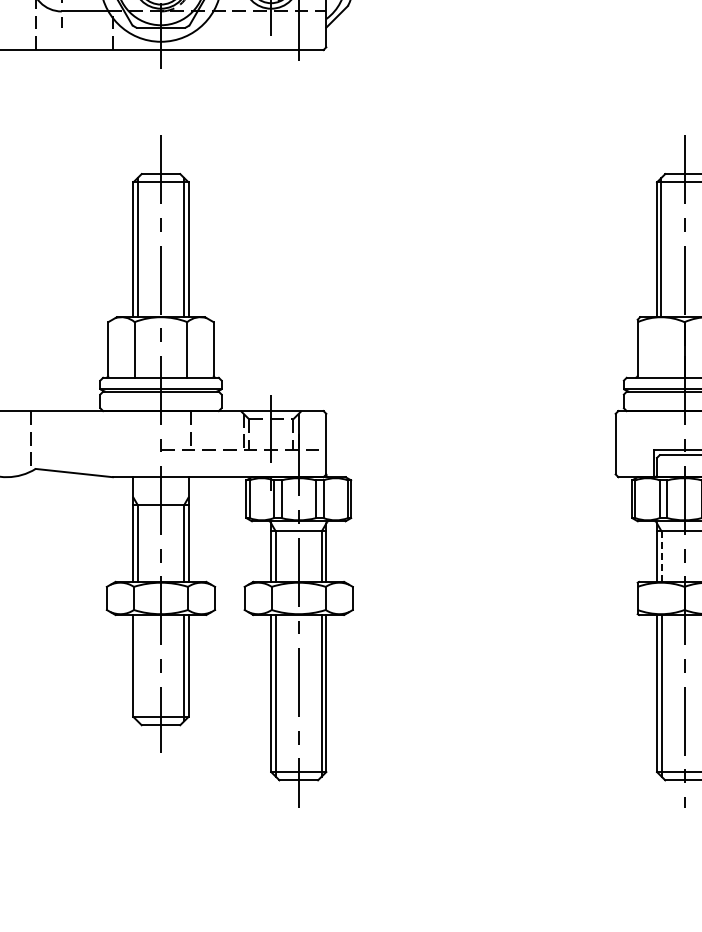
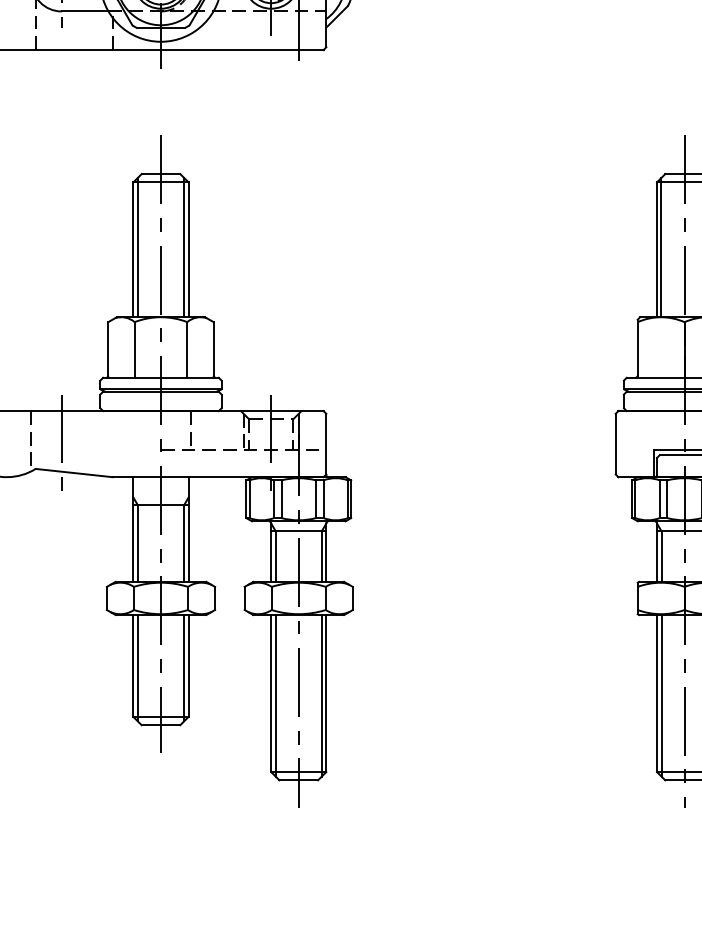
line at (61, 443): none -> present
line at (661, 557): dashed -> solid
line at (137, 667): none -> present
